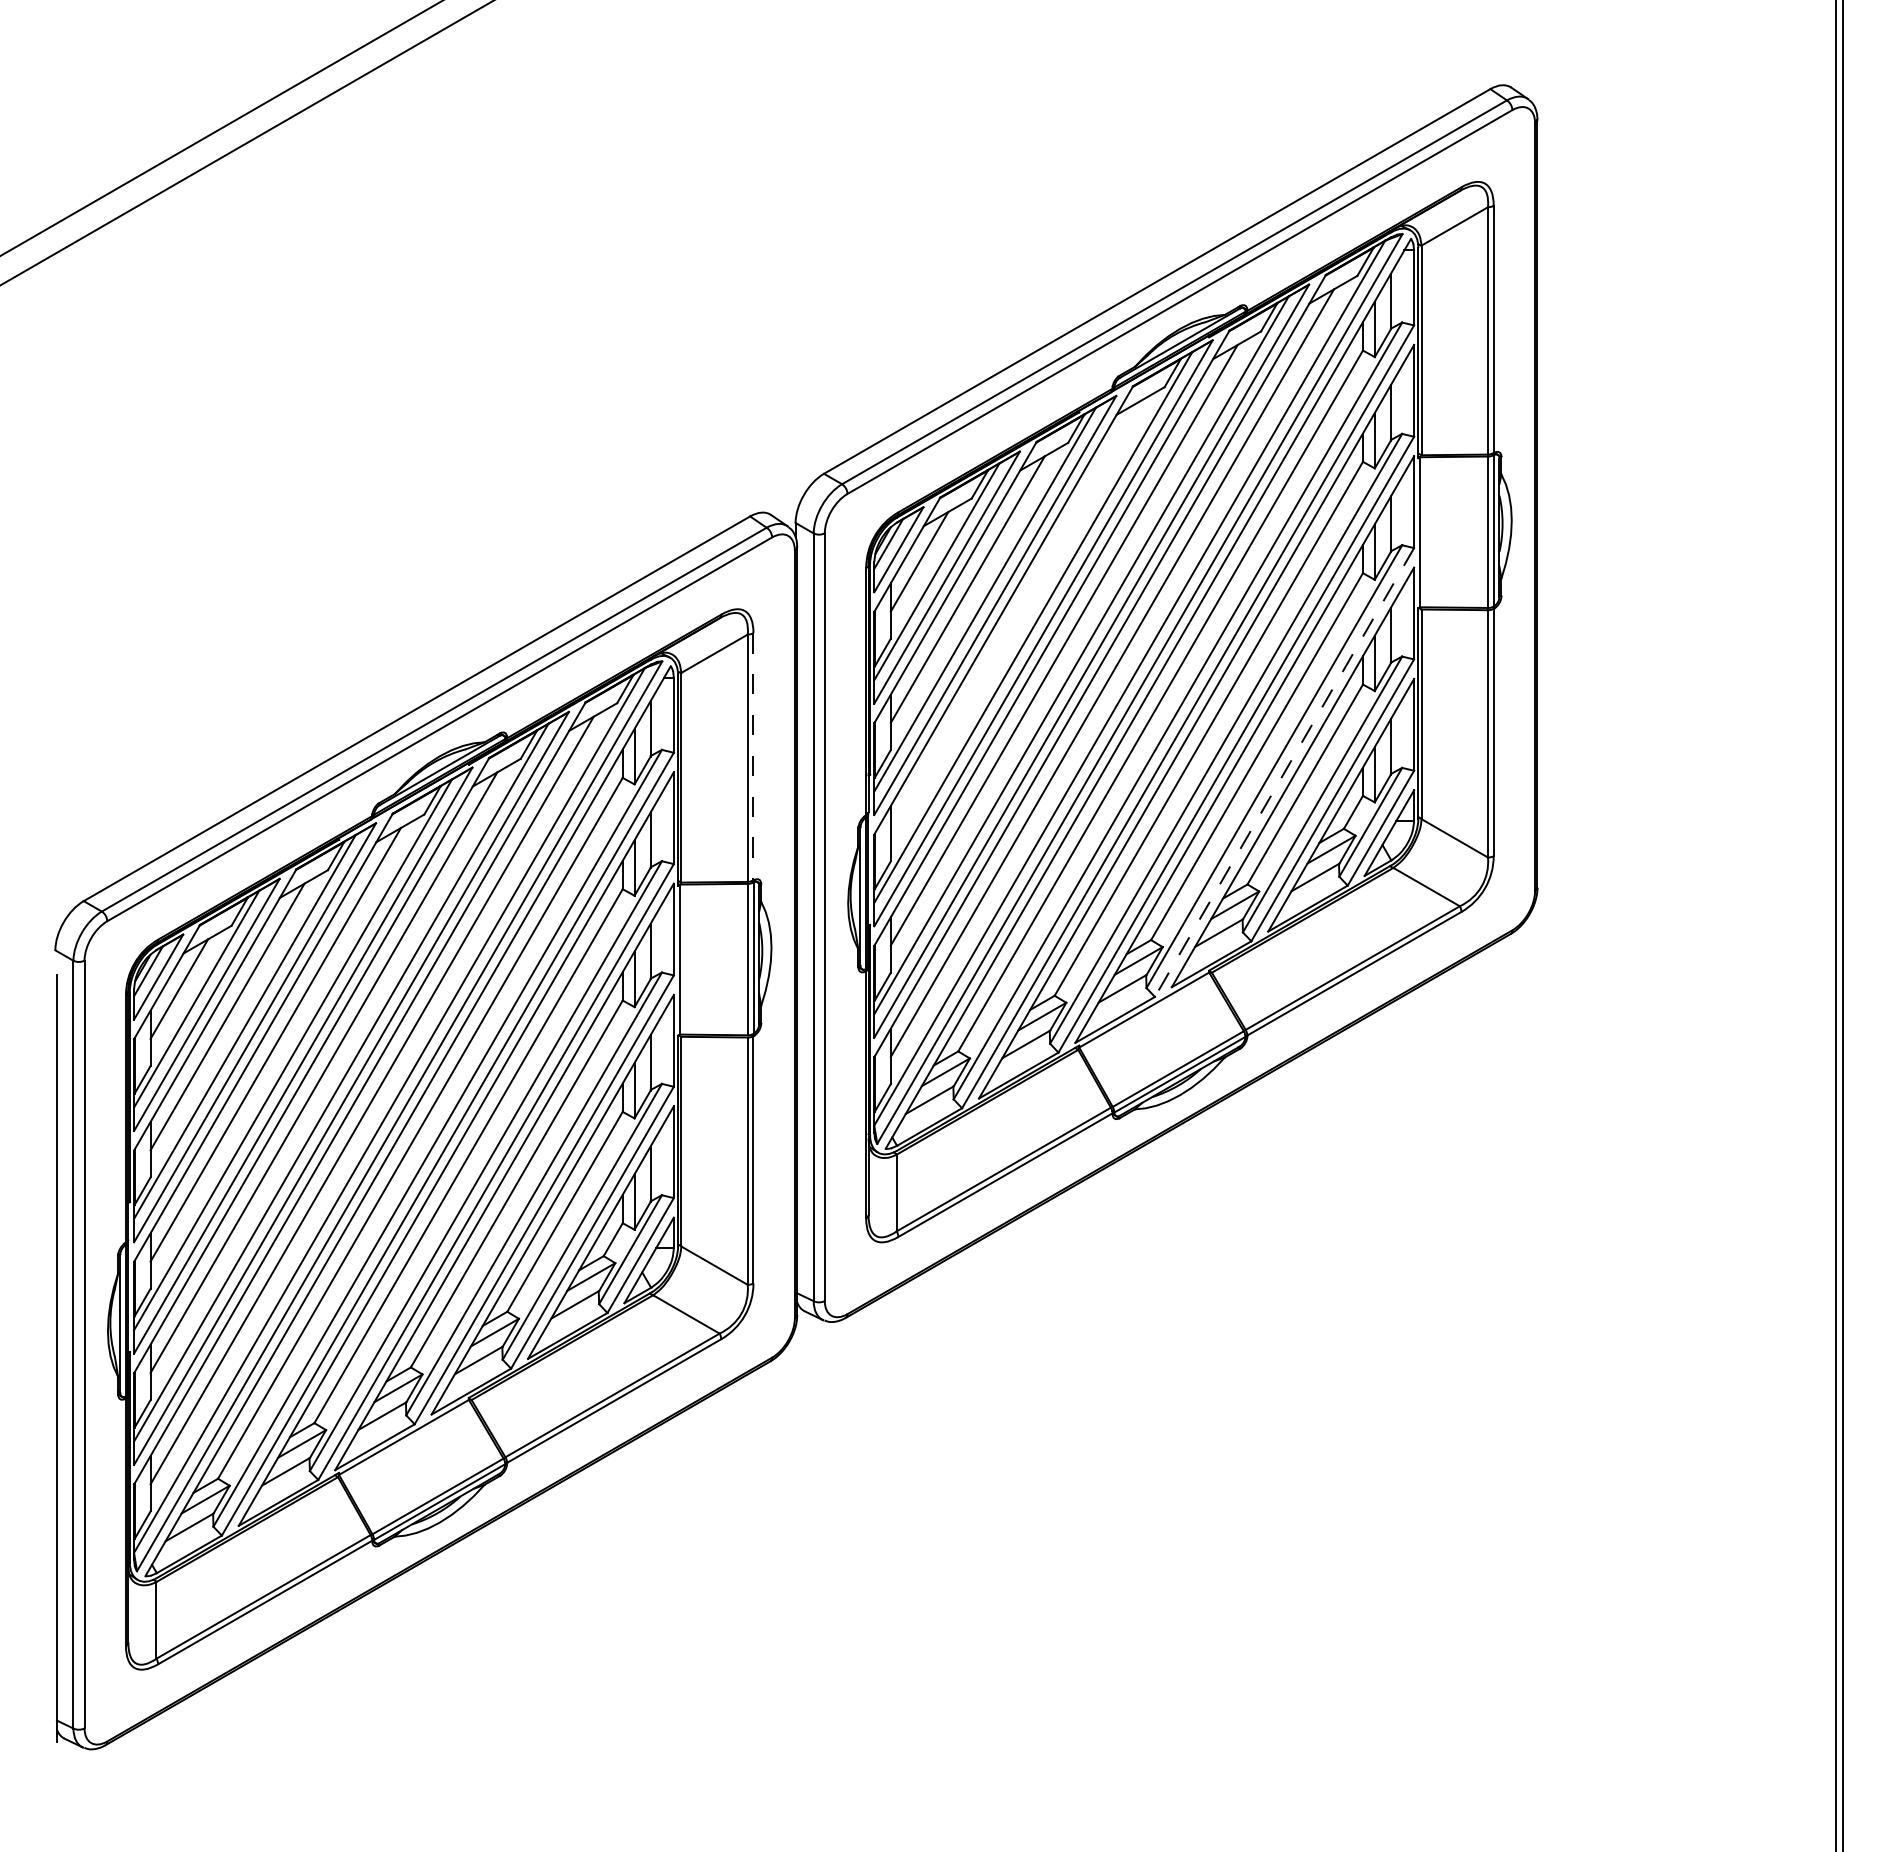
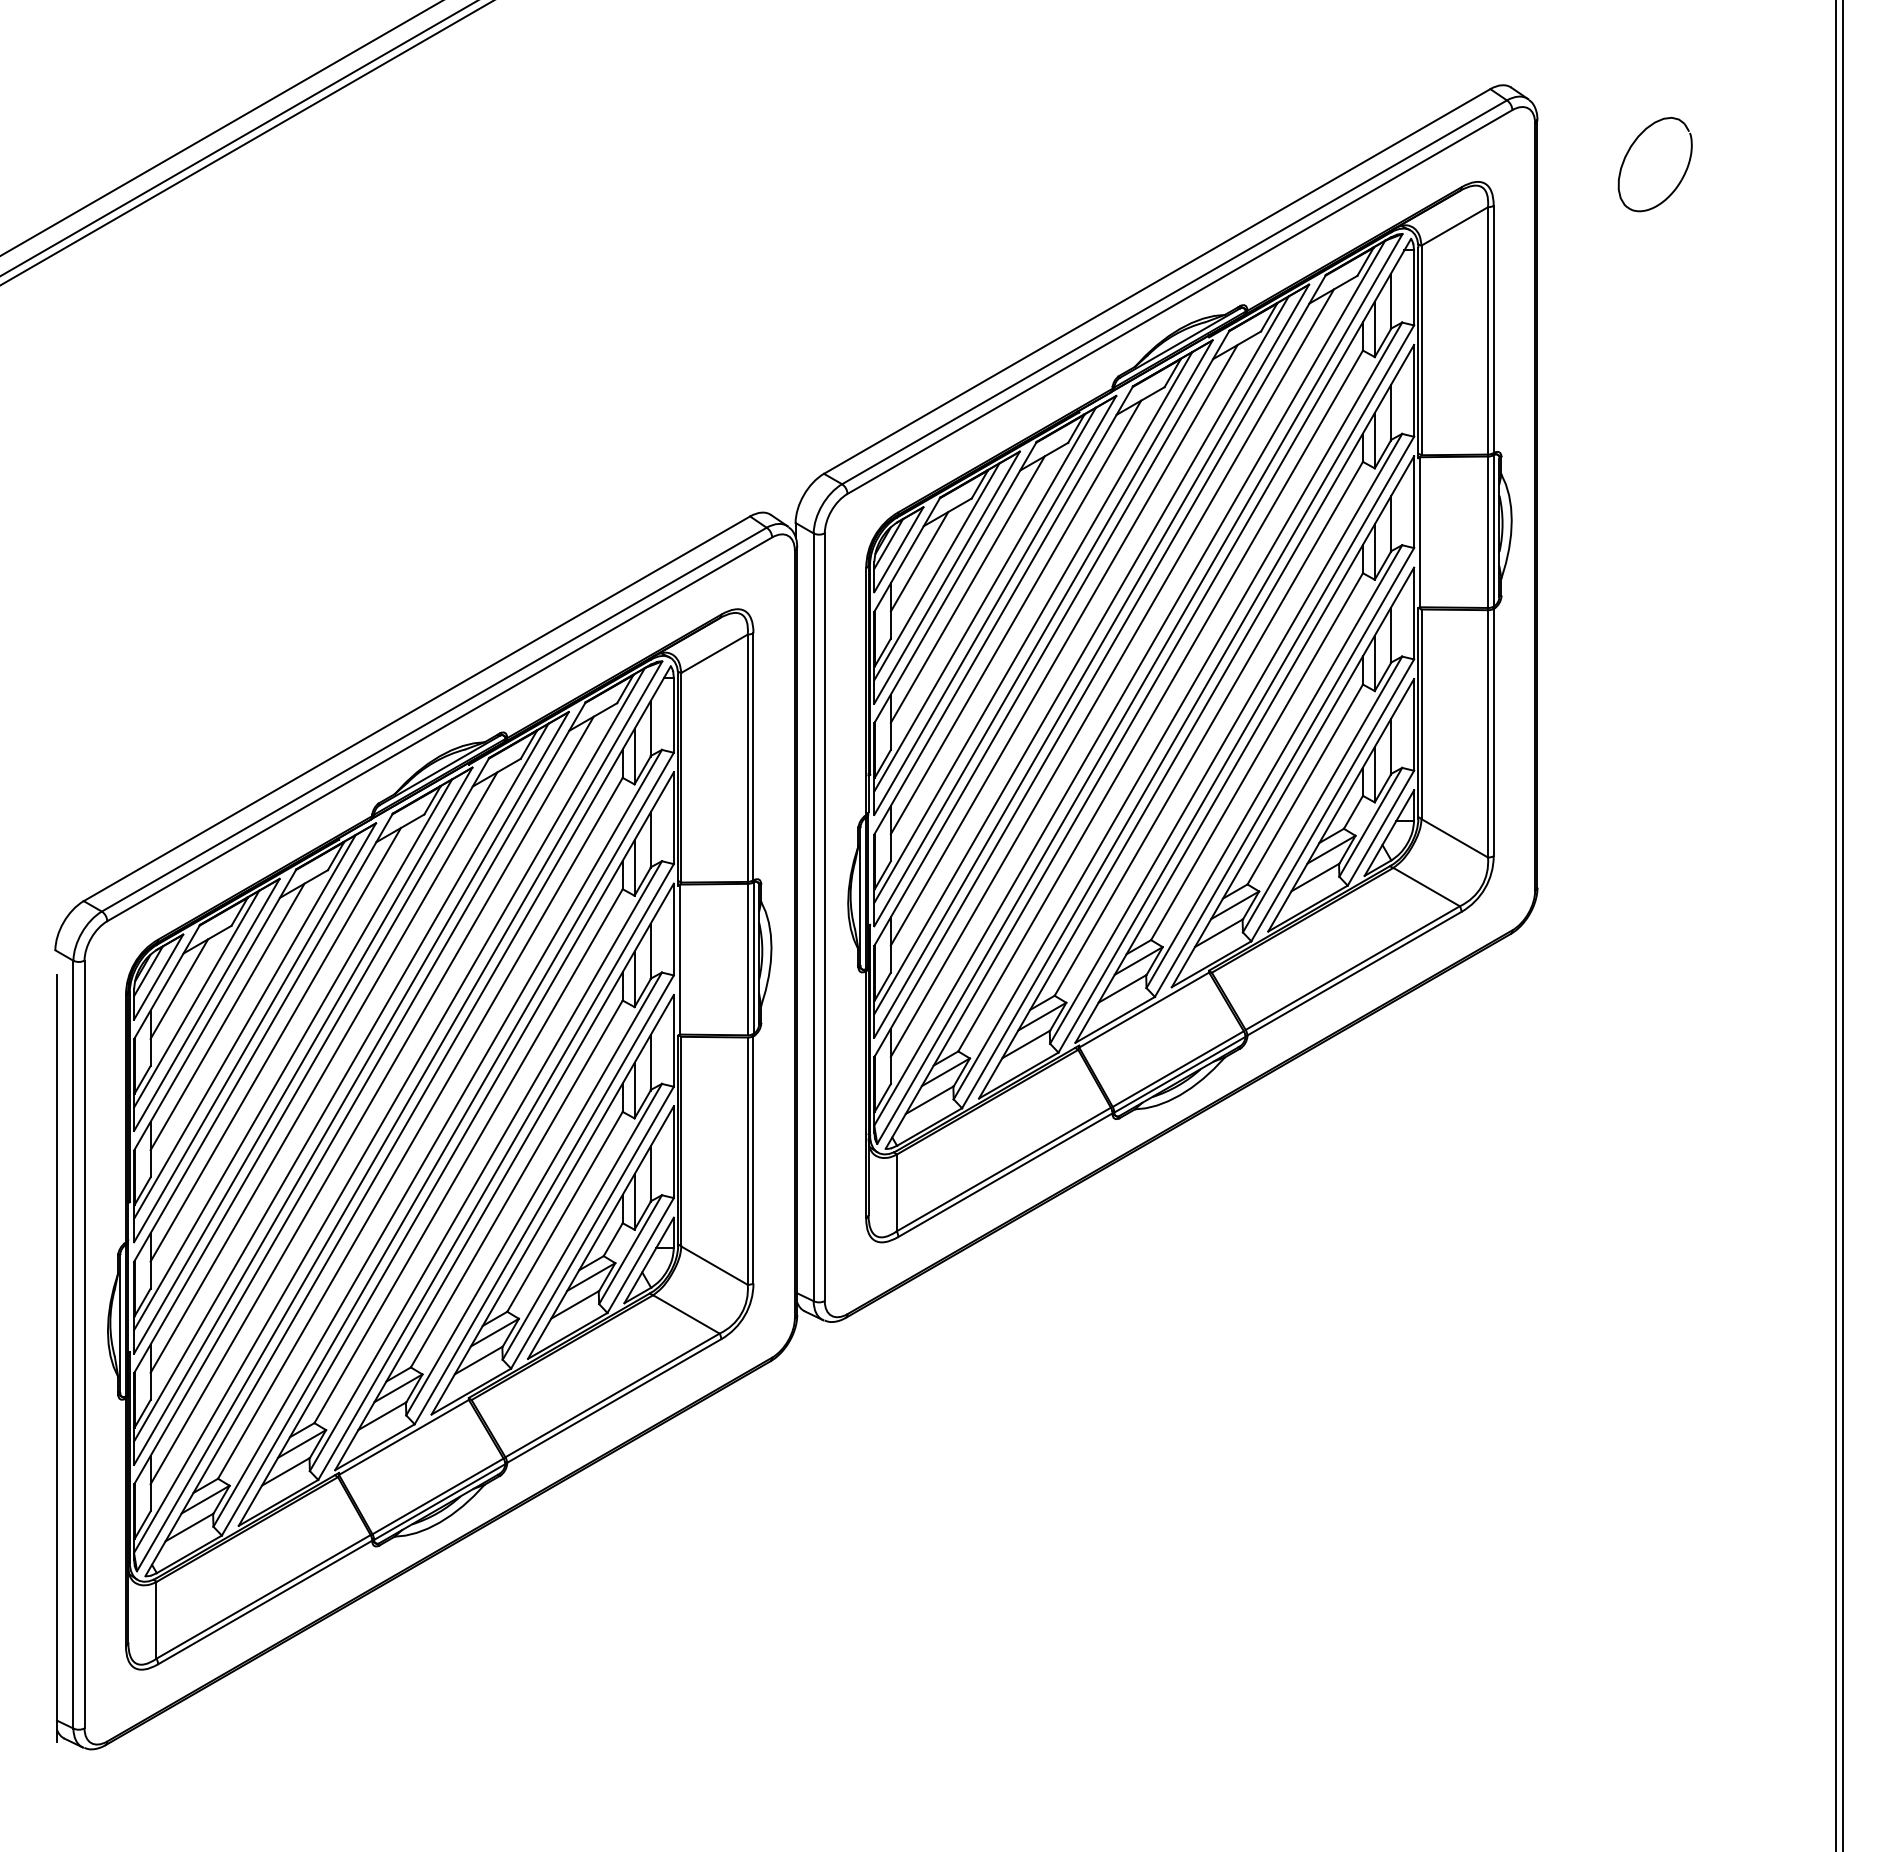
line at (238, 138): none -> present
part at (1654, 164): none -> present
line at (1015, 617): none -> present
line at (753, 756): dashed -> solid
line at (1284, 772): dashed -> solid
